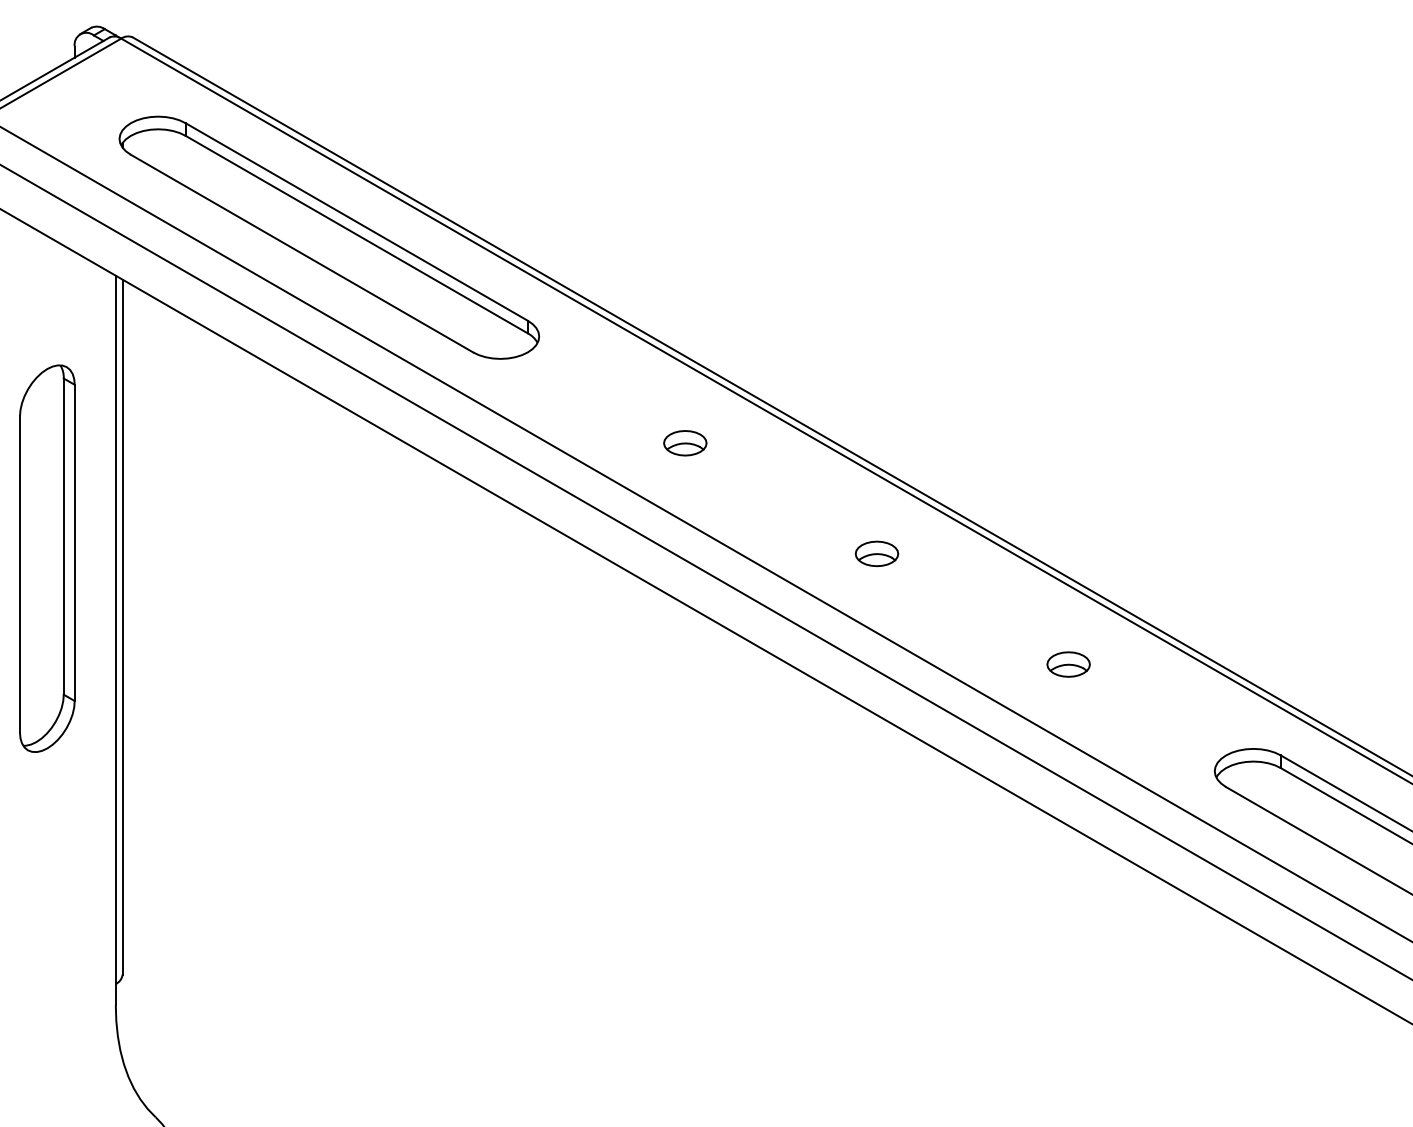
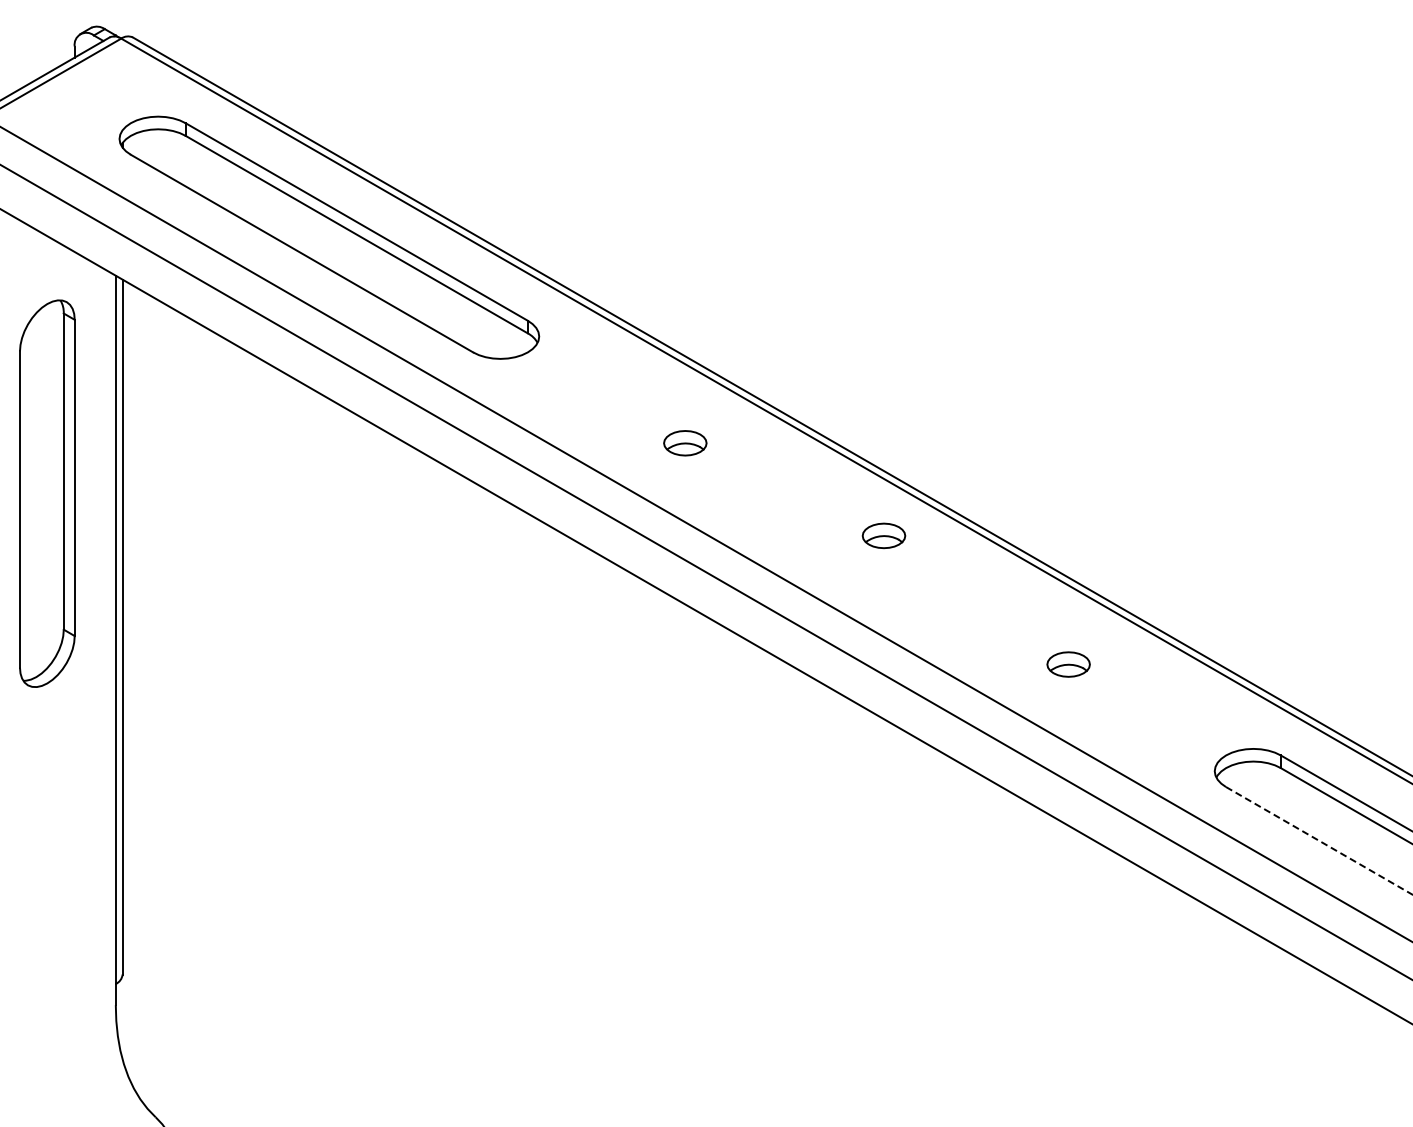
part at (876, 553) position: (876, 553) -> (883, 535)
part at (47, 558) position: (47, 558) -> (47, 493)
line at (1319, 840): solid -> dashed
